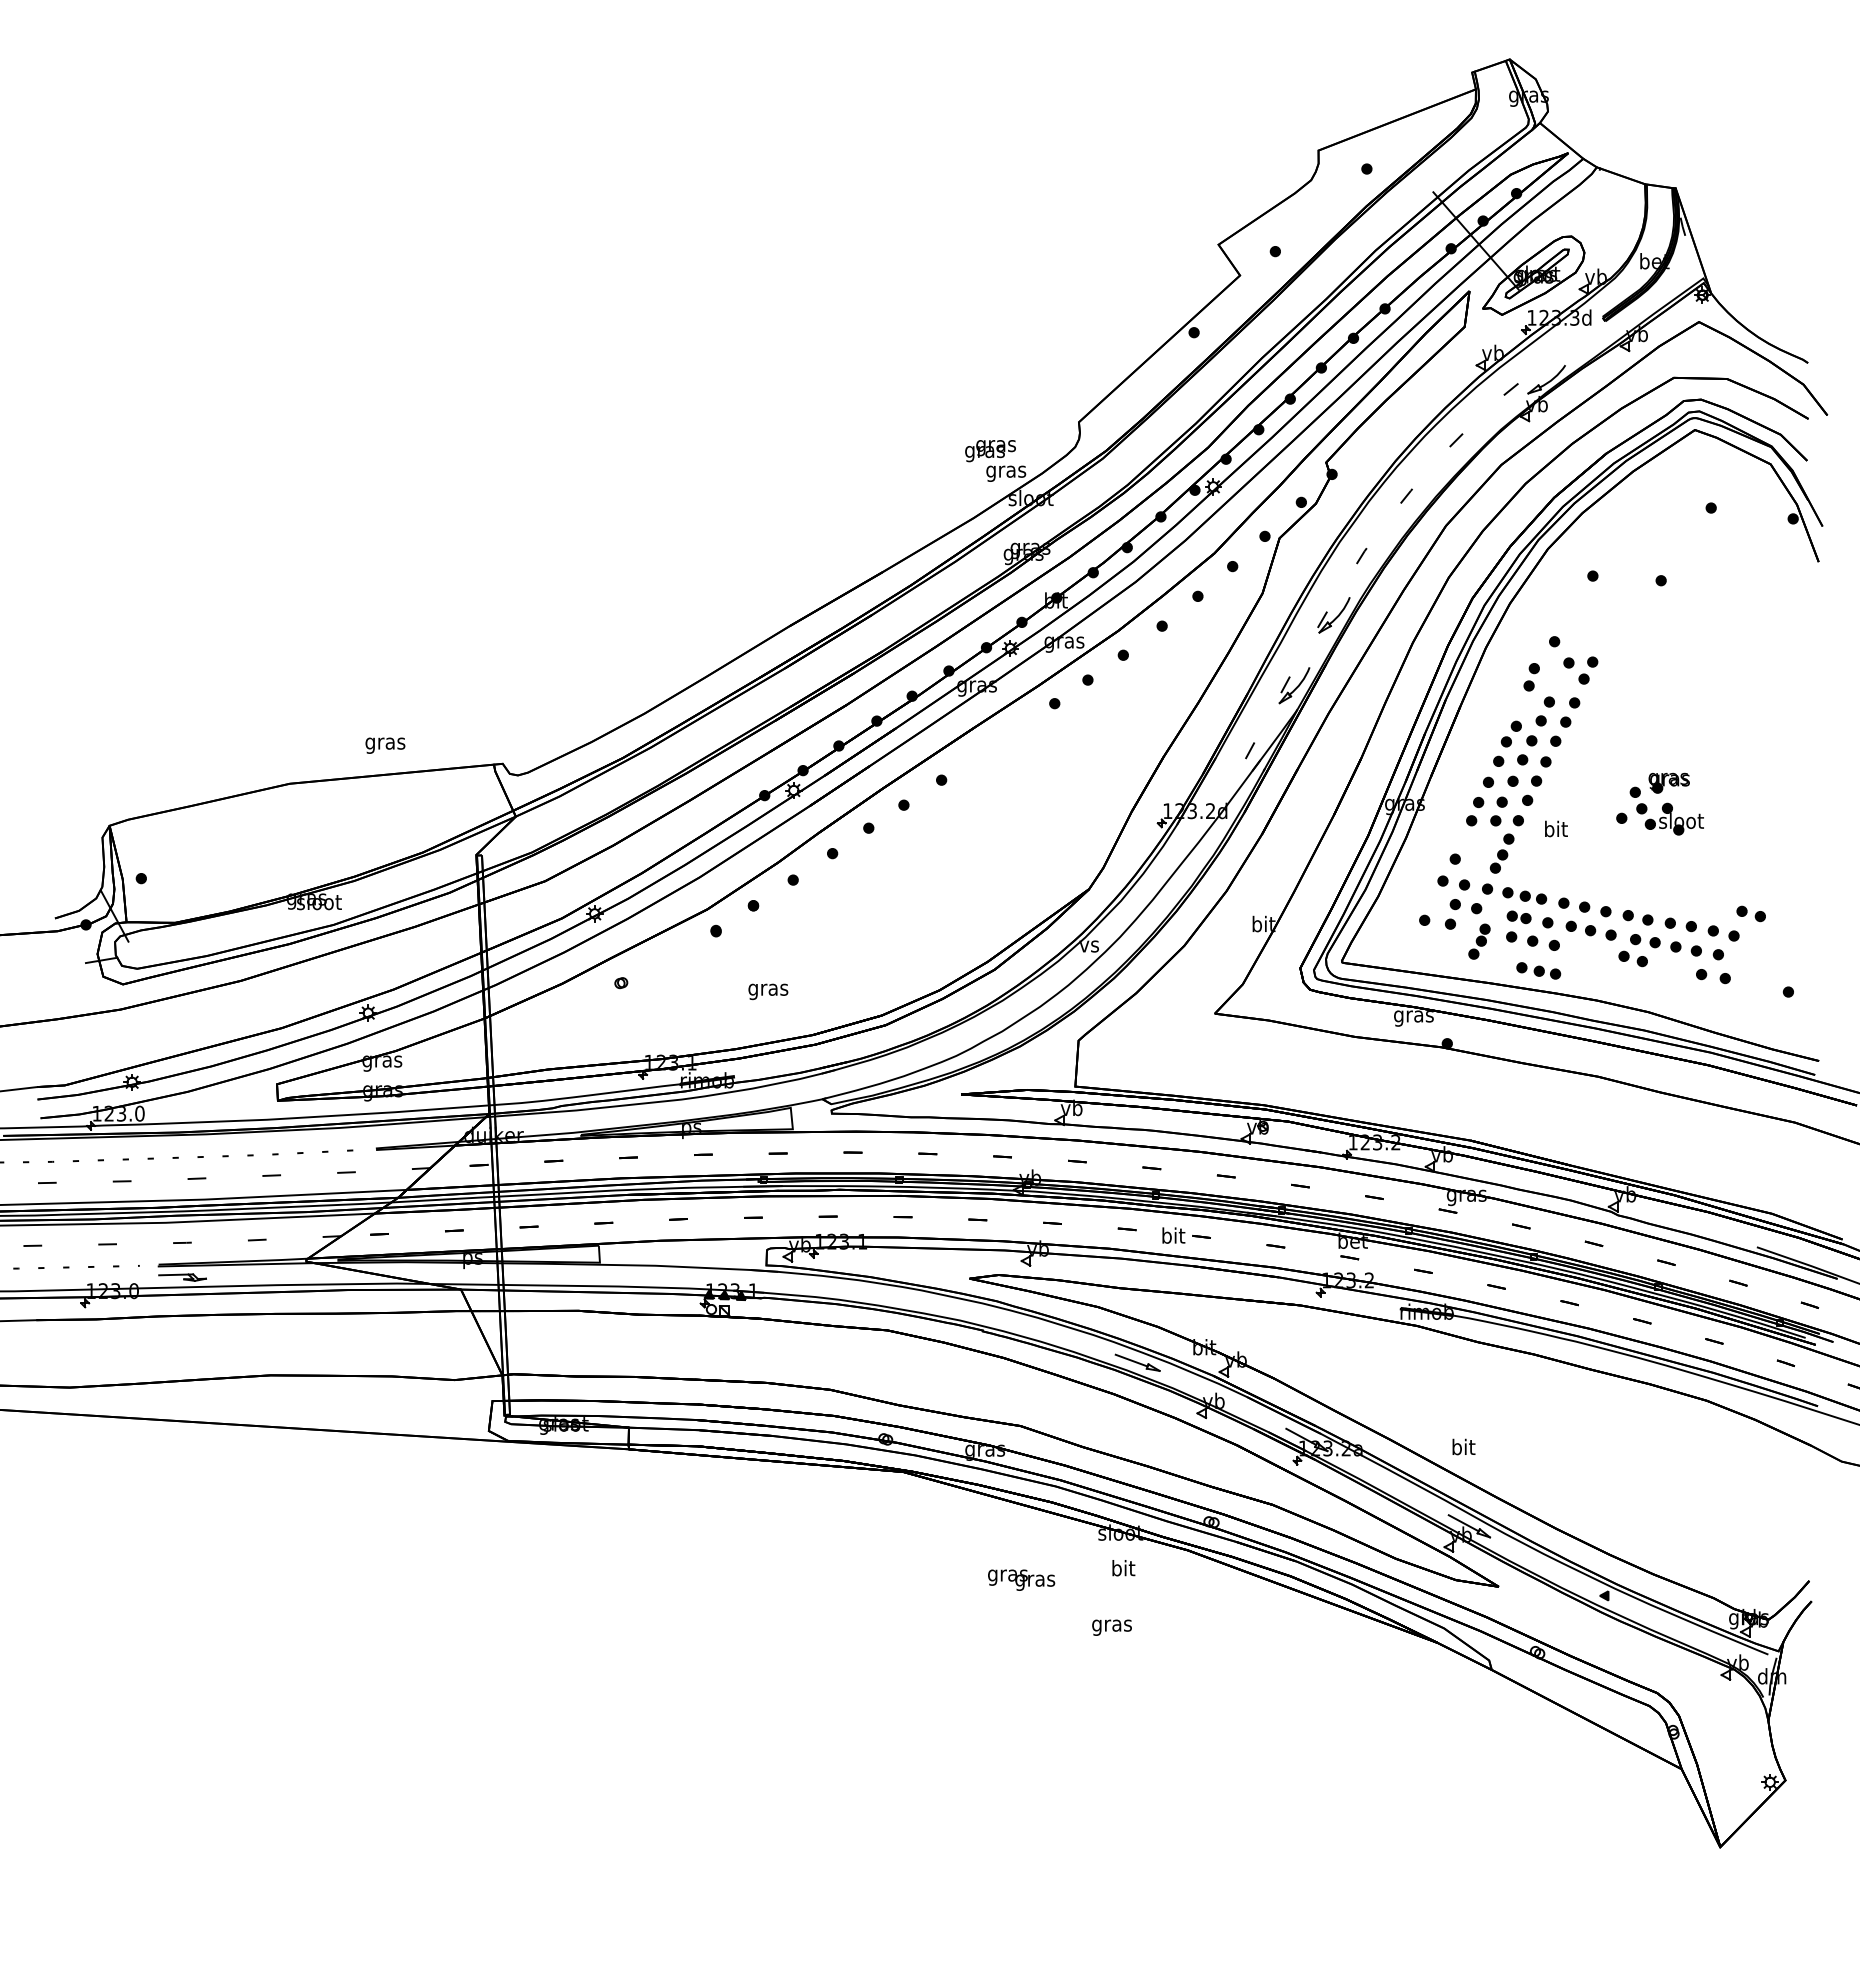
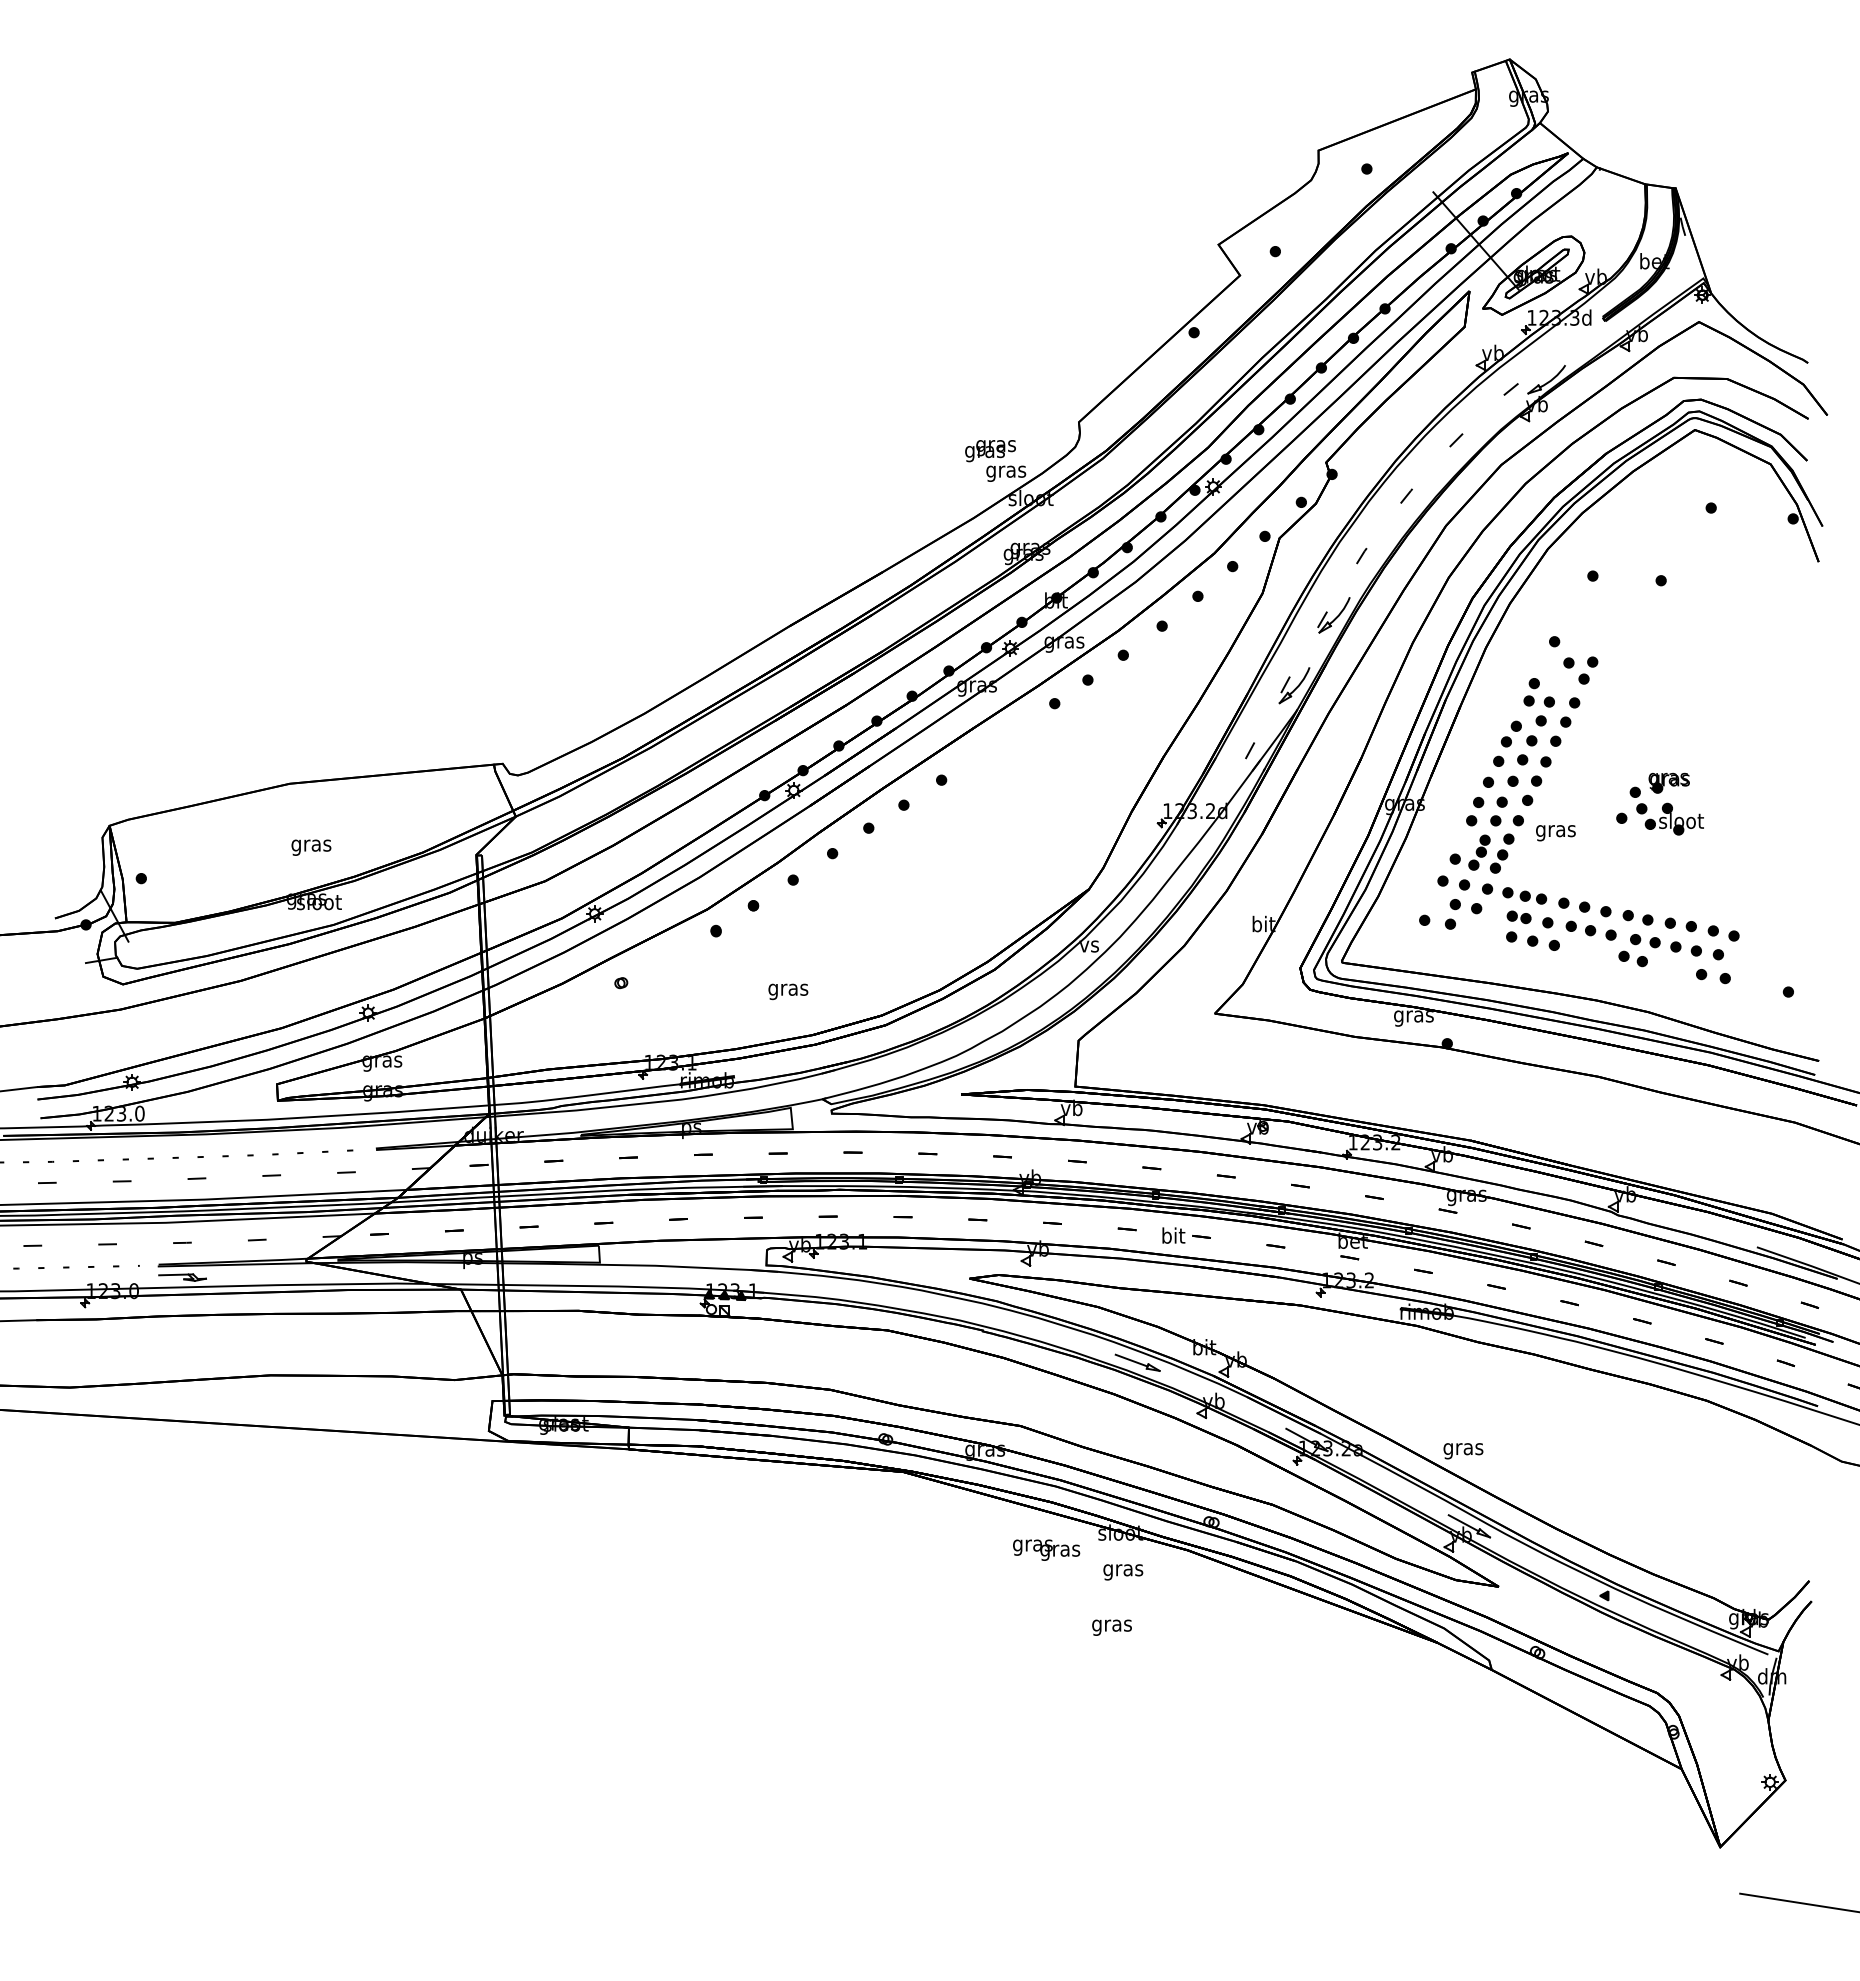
part at (1531, 677) position: (1531, 677) -> (1531, 692)
text at (385, 745) position: (385, 745) -> (311, 847)
text at (1555, 830): bit -> gras
part at (1750, 913): present -> none
part at (1479, 941) position: (1479, 941) -> (1479, 852)
part at (1538, 970): present -> none
text at (768, 991) position: (768, 991) -> (788, 991)
text at (1463, 1448): bit -> gras
text at (1123, 1570): bit -> gras
text at (1021, 1579) position: (1021, 1579) -> (1046, 1549)
line at (1798, 1902): none -> present
